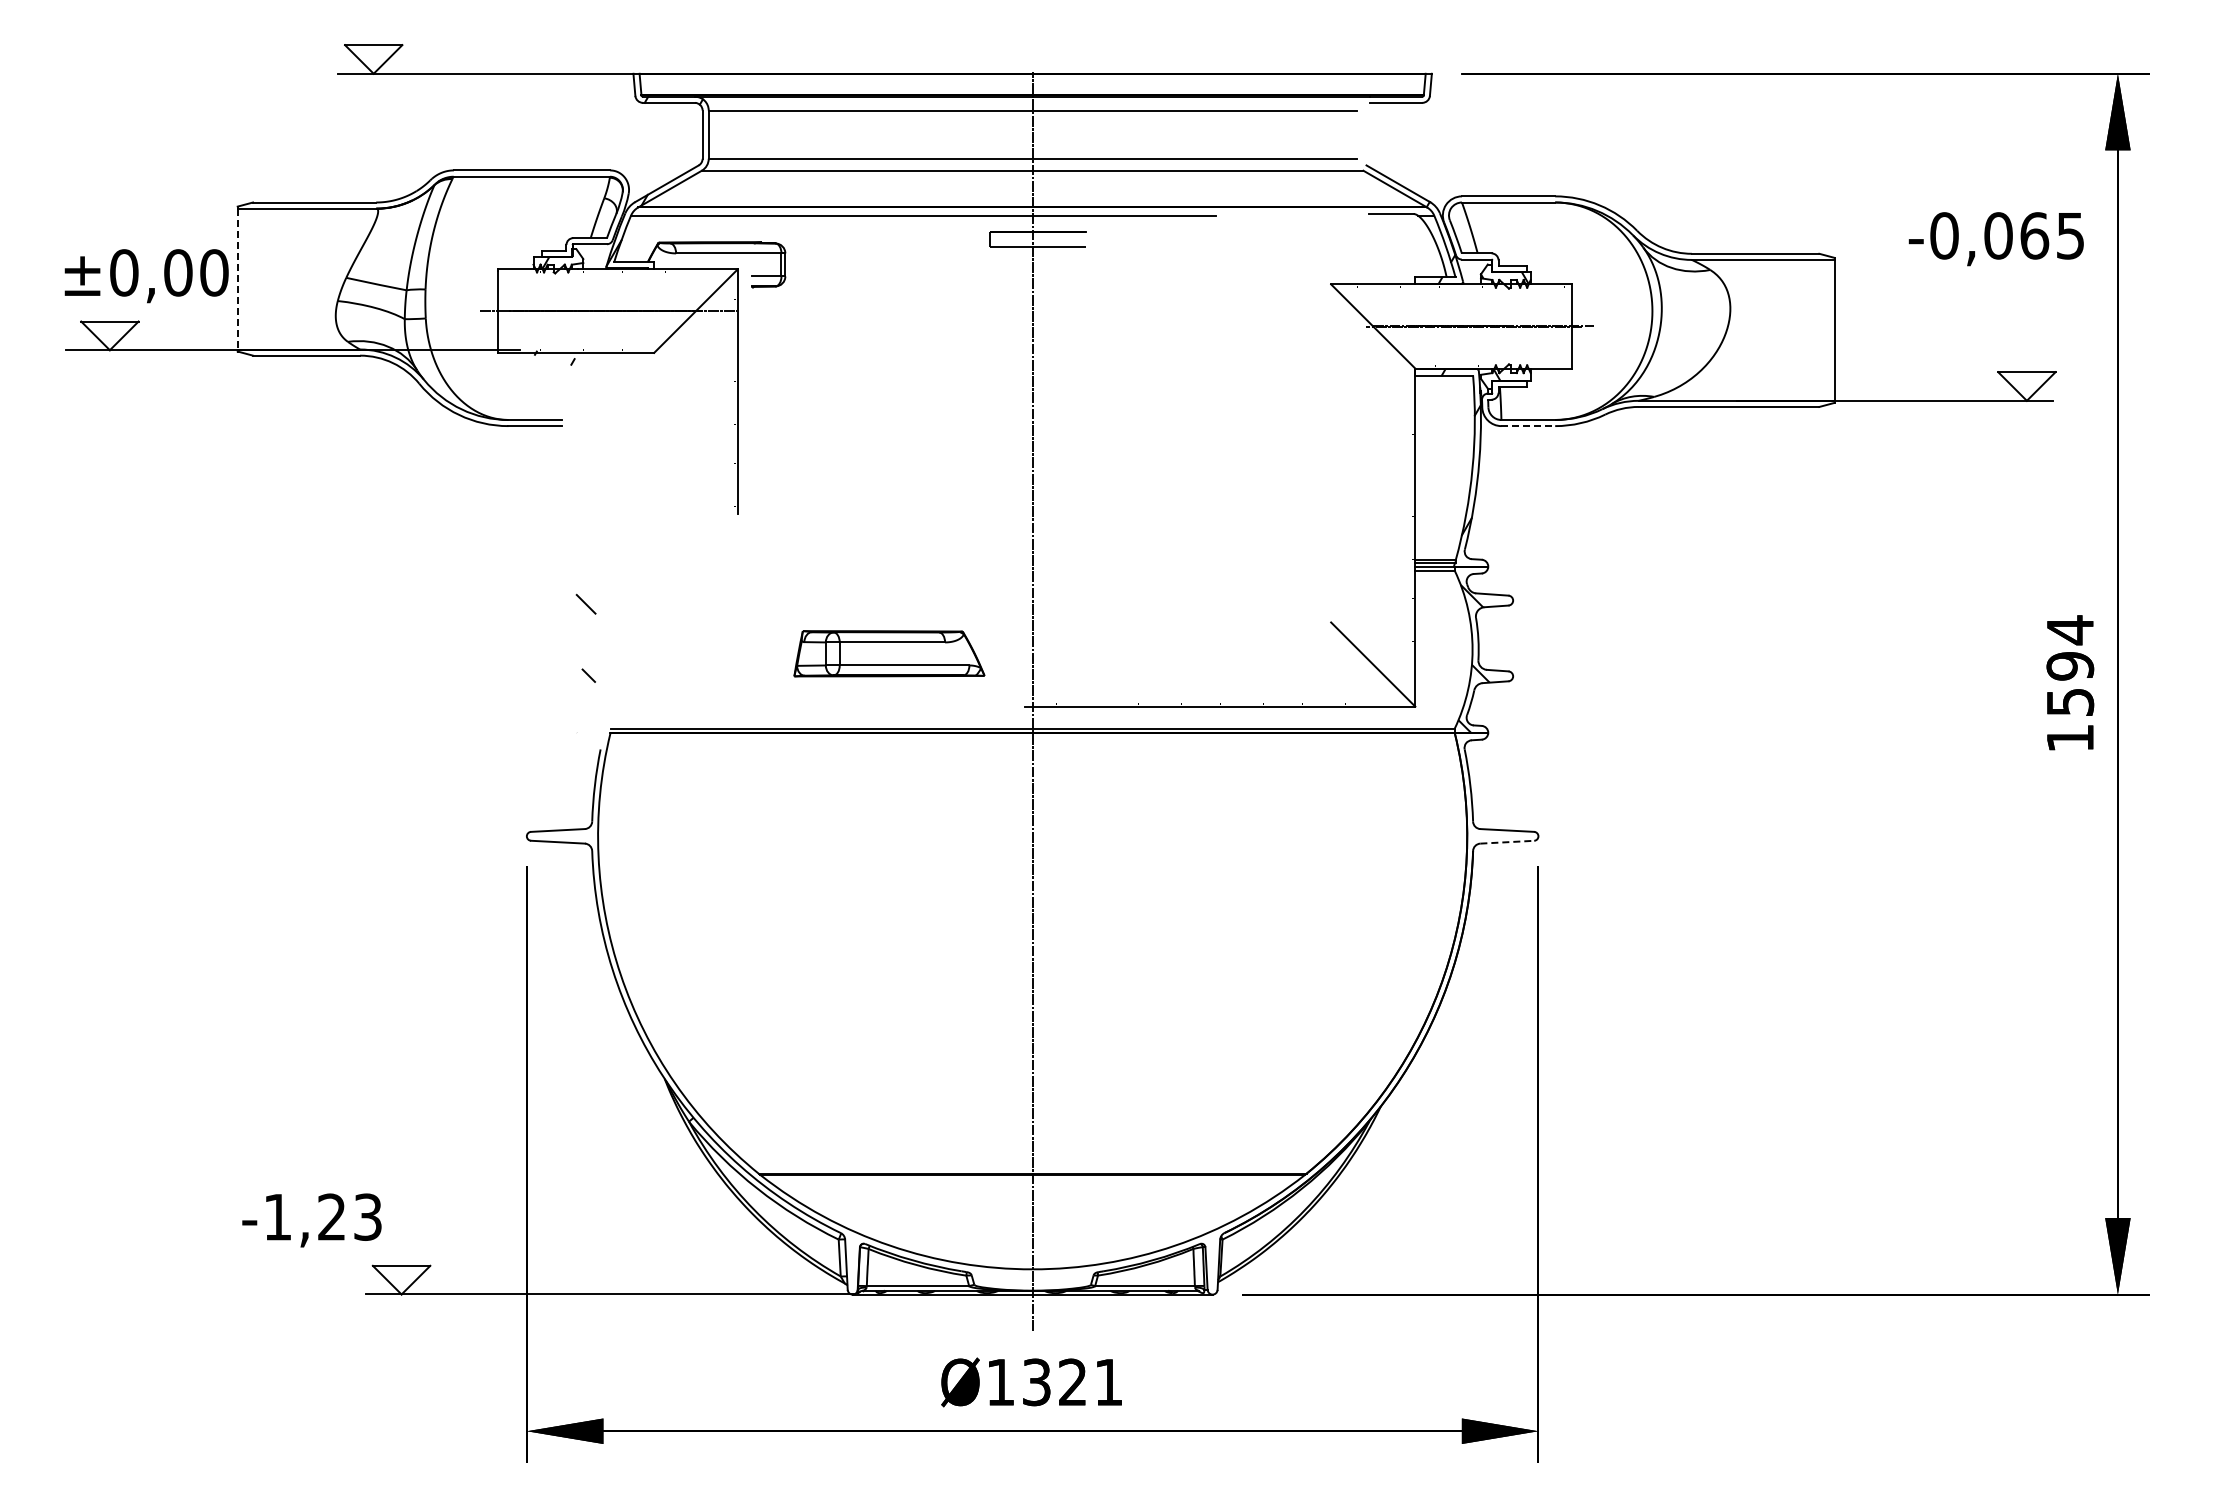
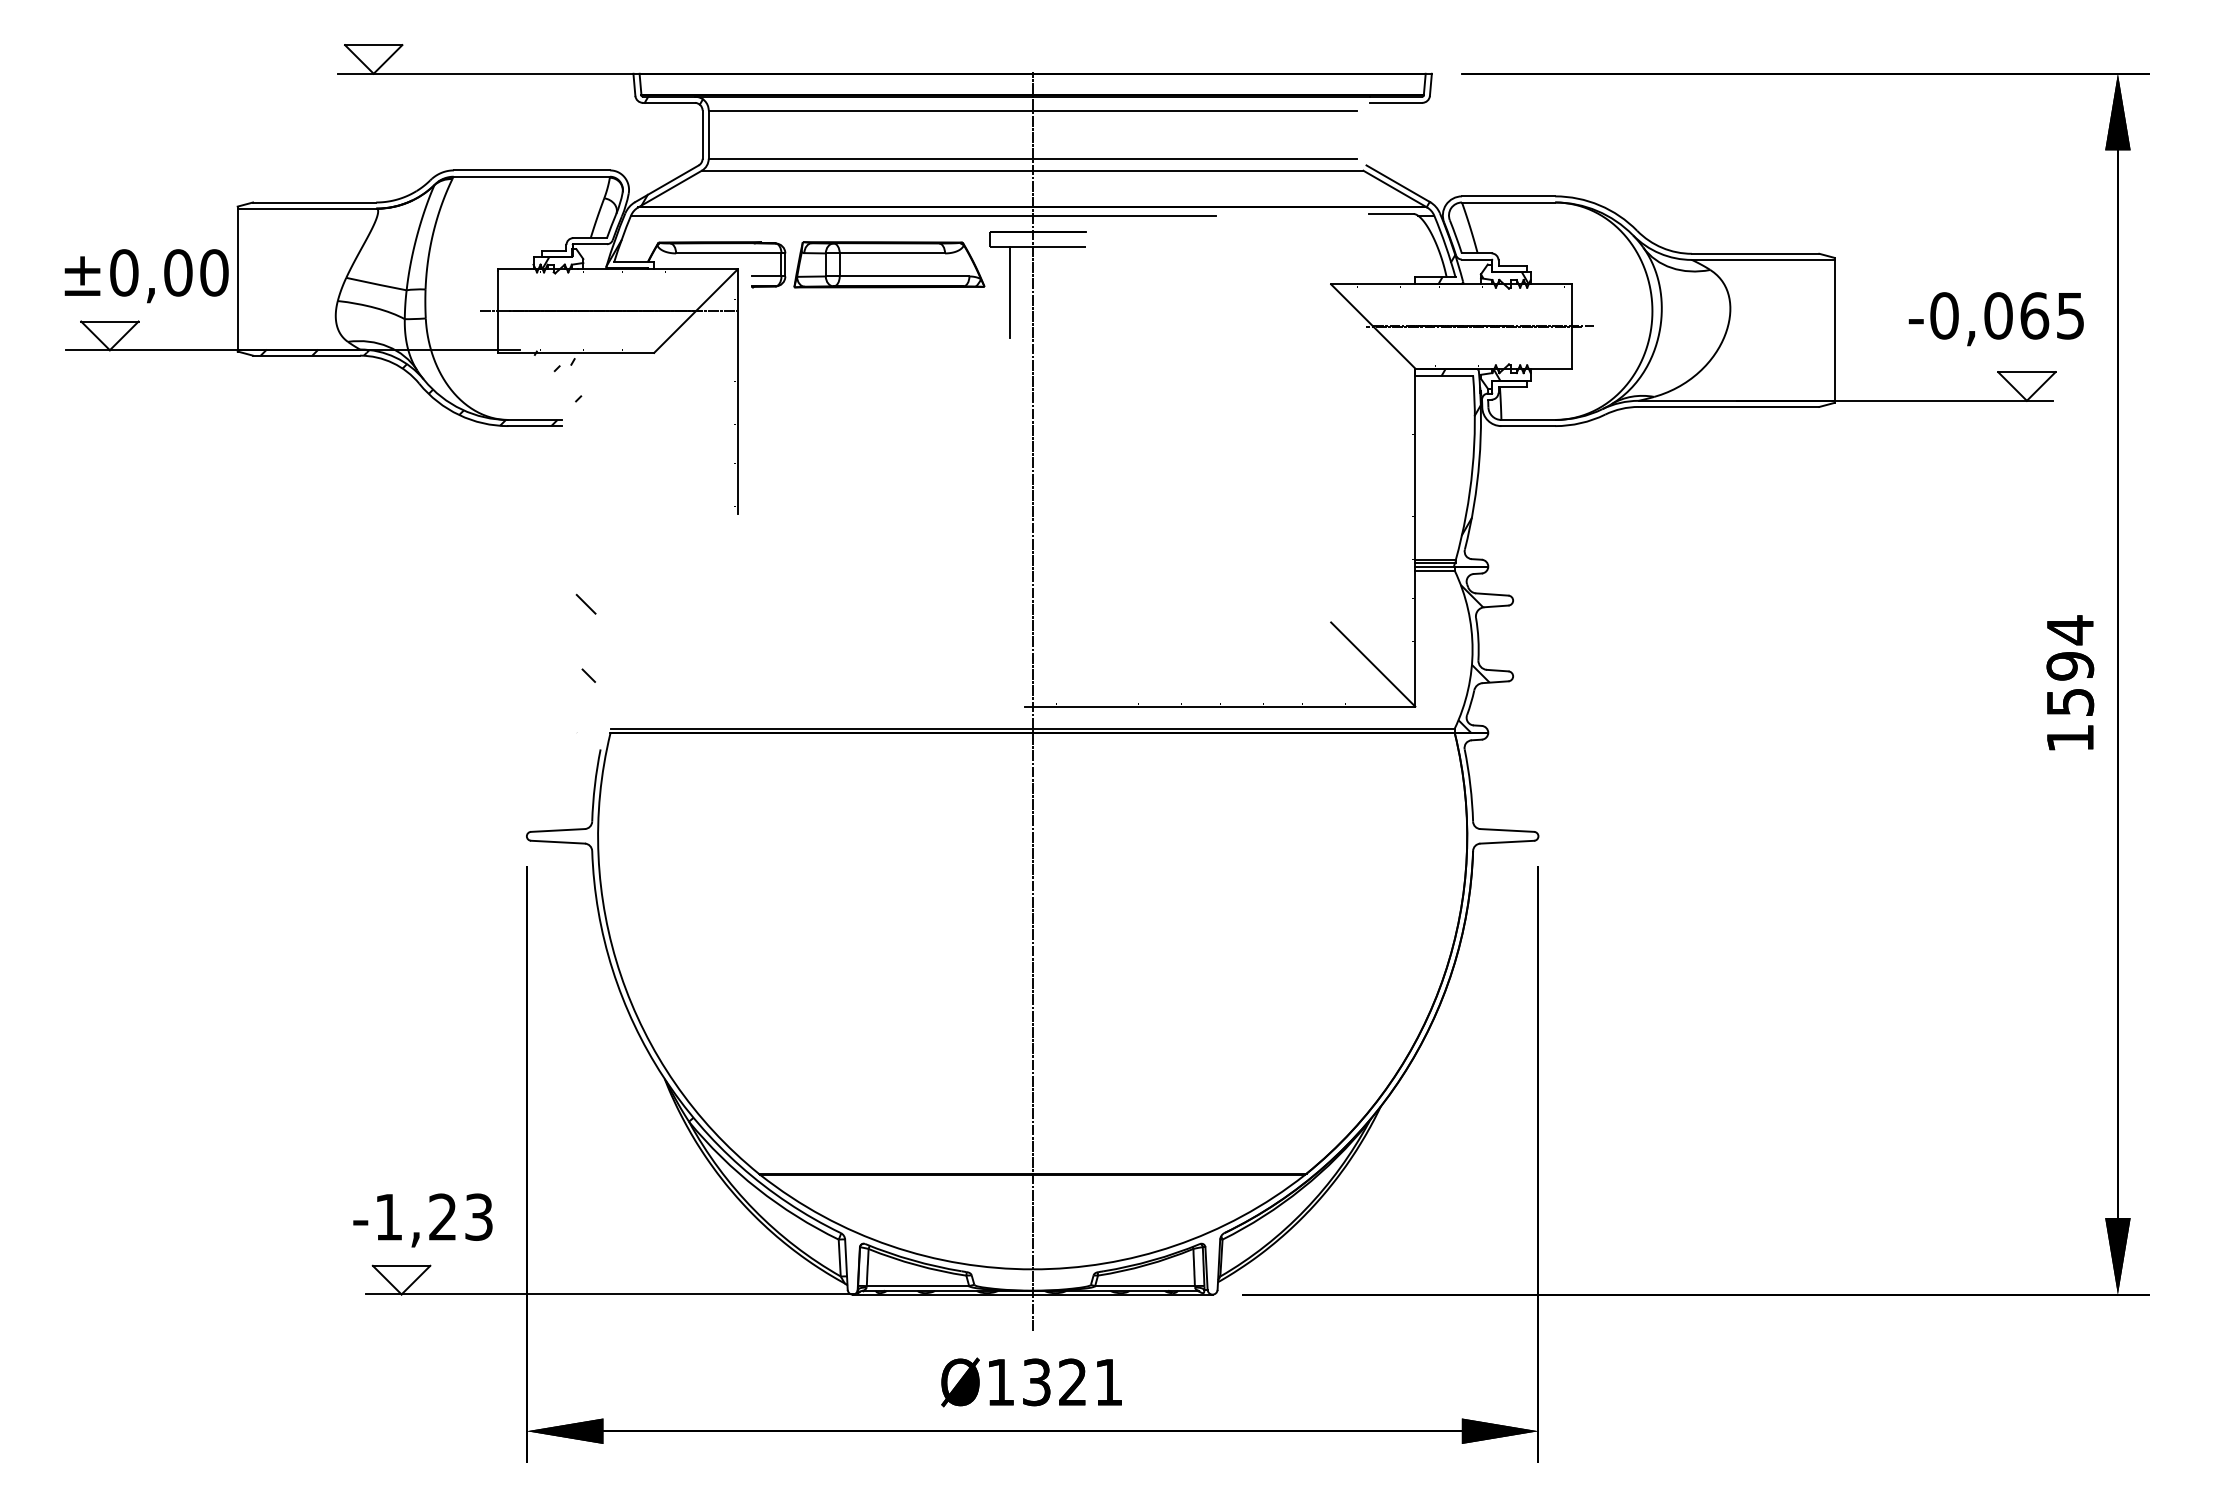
text at (1995, 239) position: (1995, 239) -> (1995, 319)
line at (237, 279): dashed -> solid
line at (1010, 292): none -> present
hatch at (420, 387): none -> present
line at (1528, 426): dashed -> solid
part at (889, 653) position: (889, 653) -> (889, 264)
line at (1507, 842): dashed -> solid
text at (311, 1220) position: (311, 1220) -> (422, 1220)
